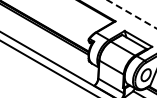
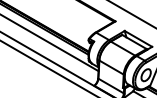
line at (131, 14): dashed -> solid
line at (50, 43): none -> present
